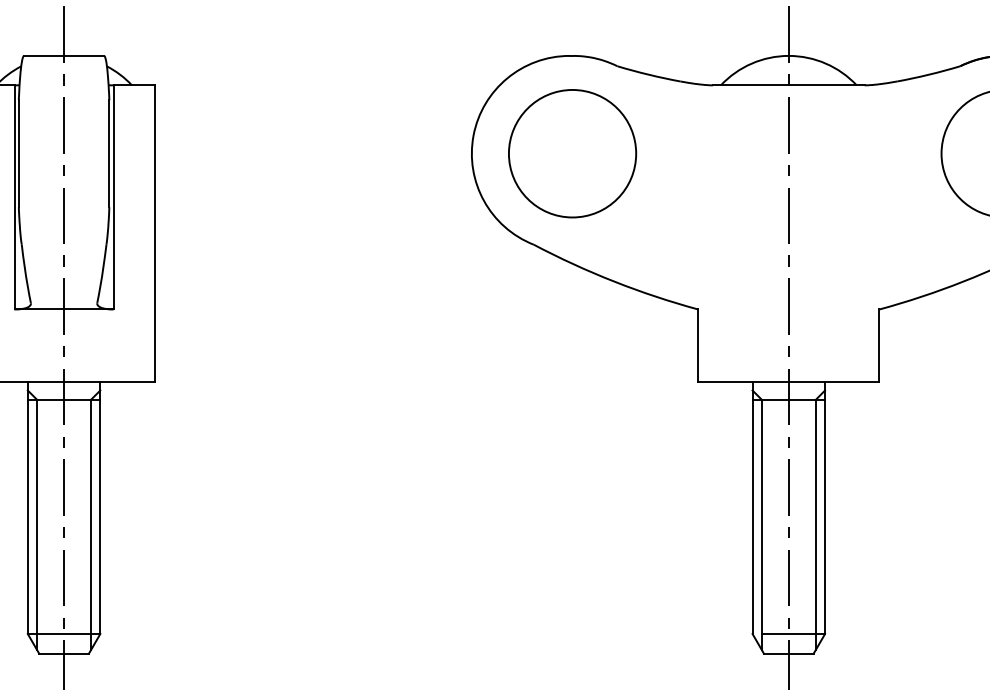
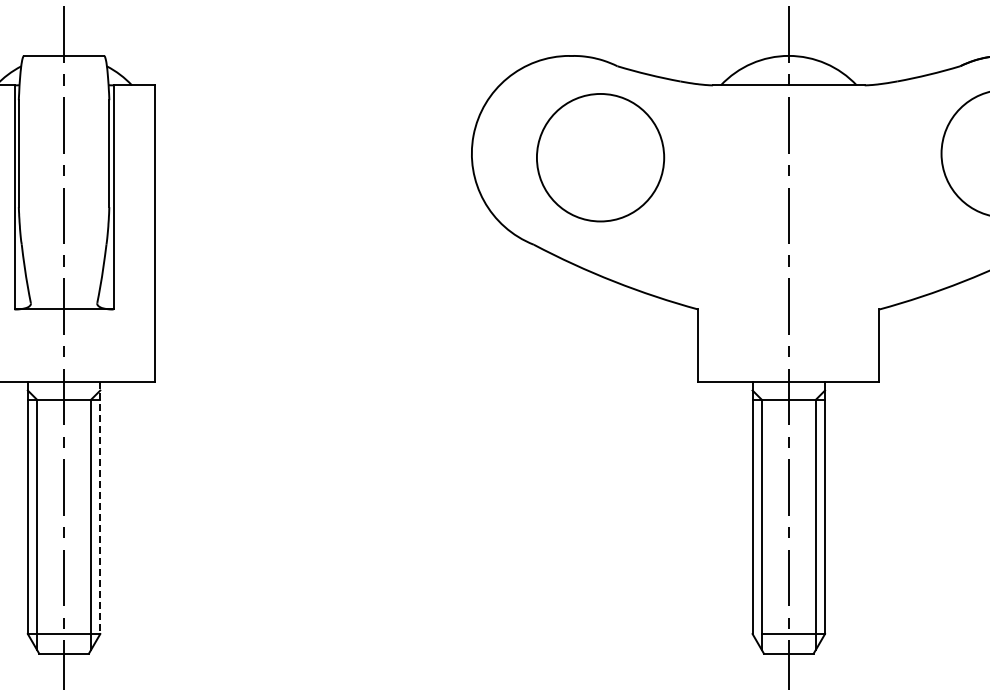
part at (572, 153) position: (572, 153) -> (600, 157)
line at (100, 508): solid -> dashed
